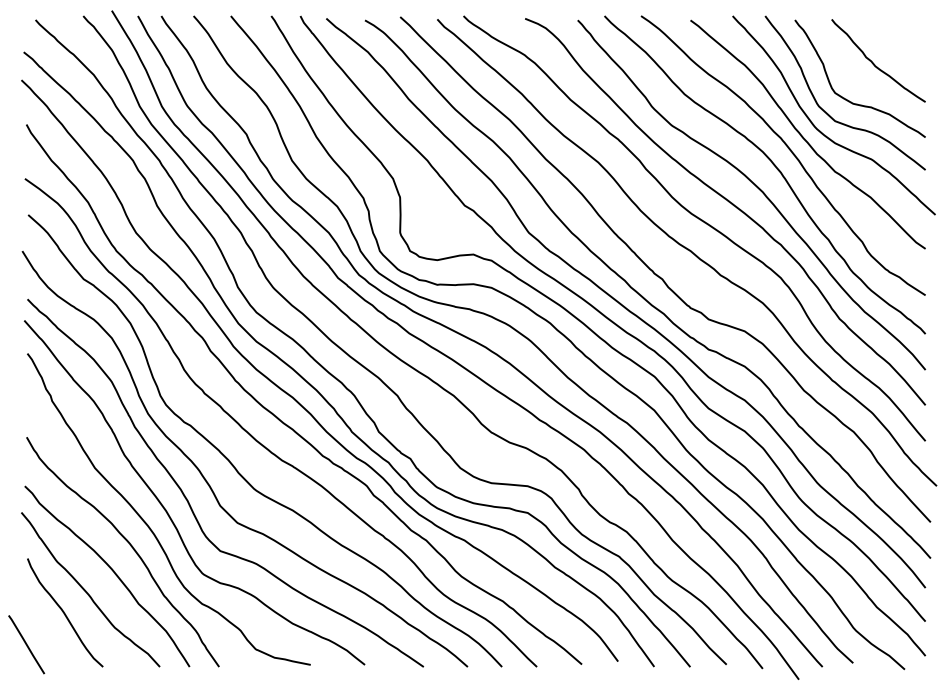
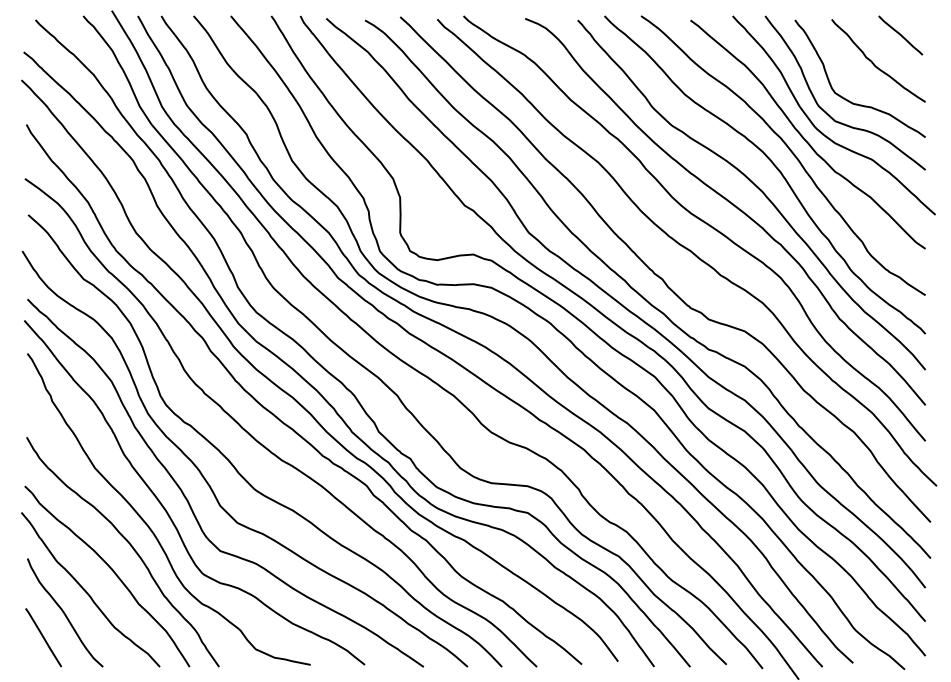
line at (900, 35): none -> present
line at (26, 644) position: (26, 644) -> (43, 637)
